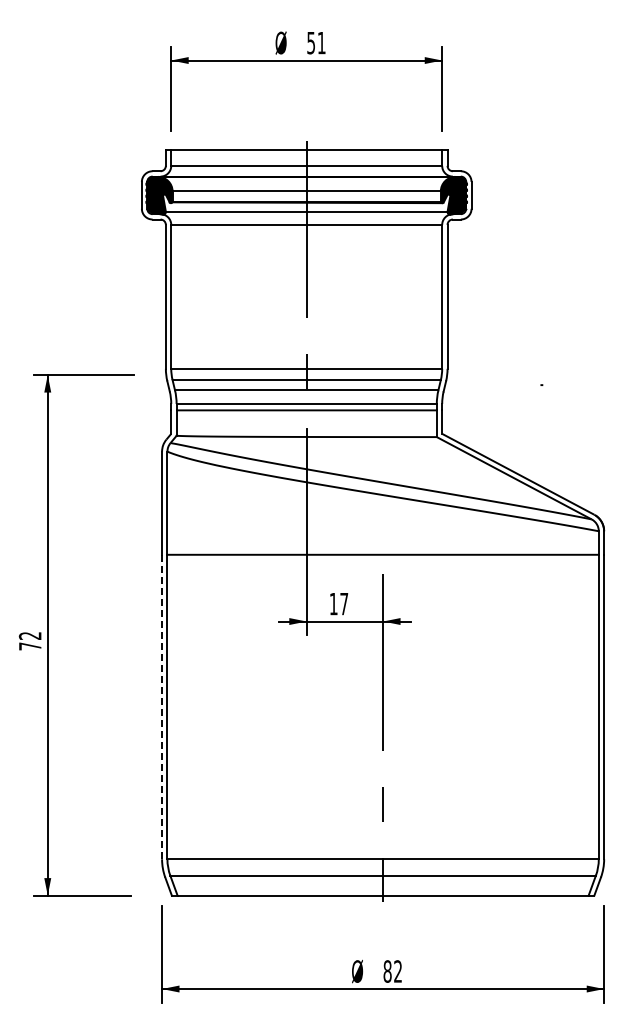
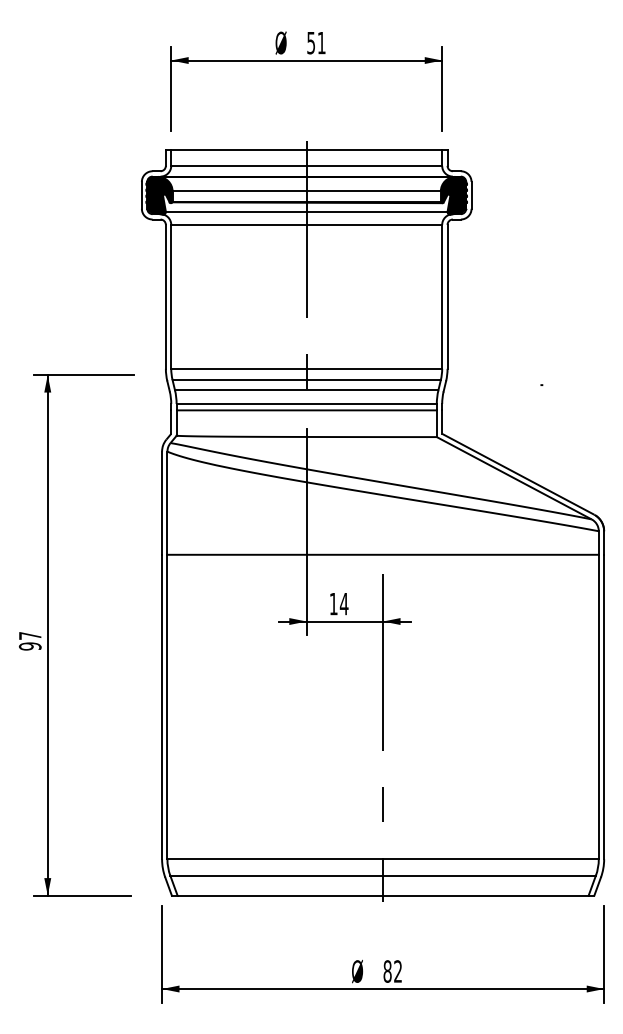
text at (343, 604): 17 -> 14
text at (29, 641): 72 -> 97
line at (162, 706): dashed -> solid
